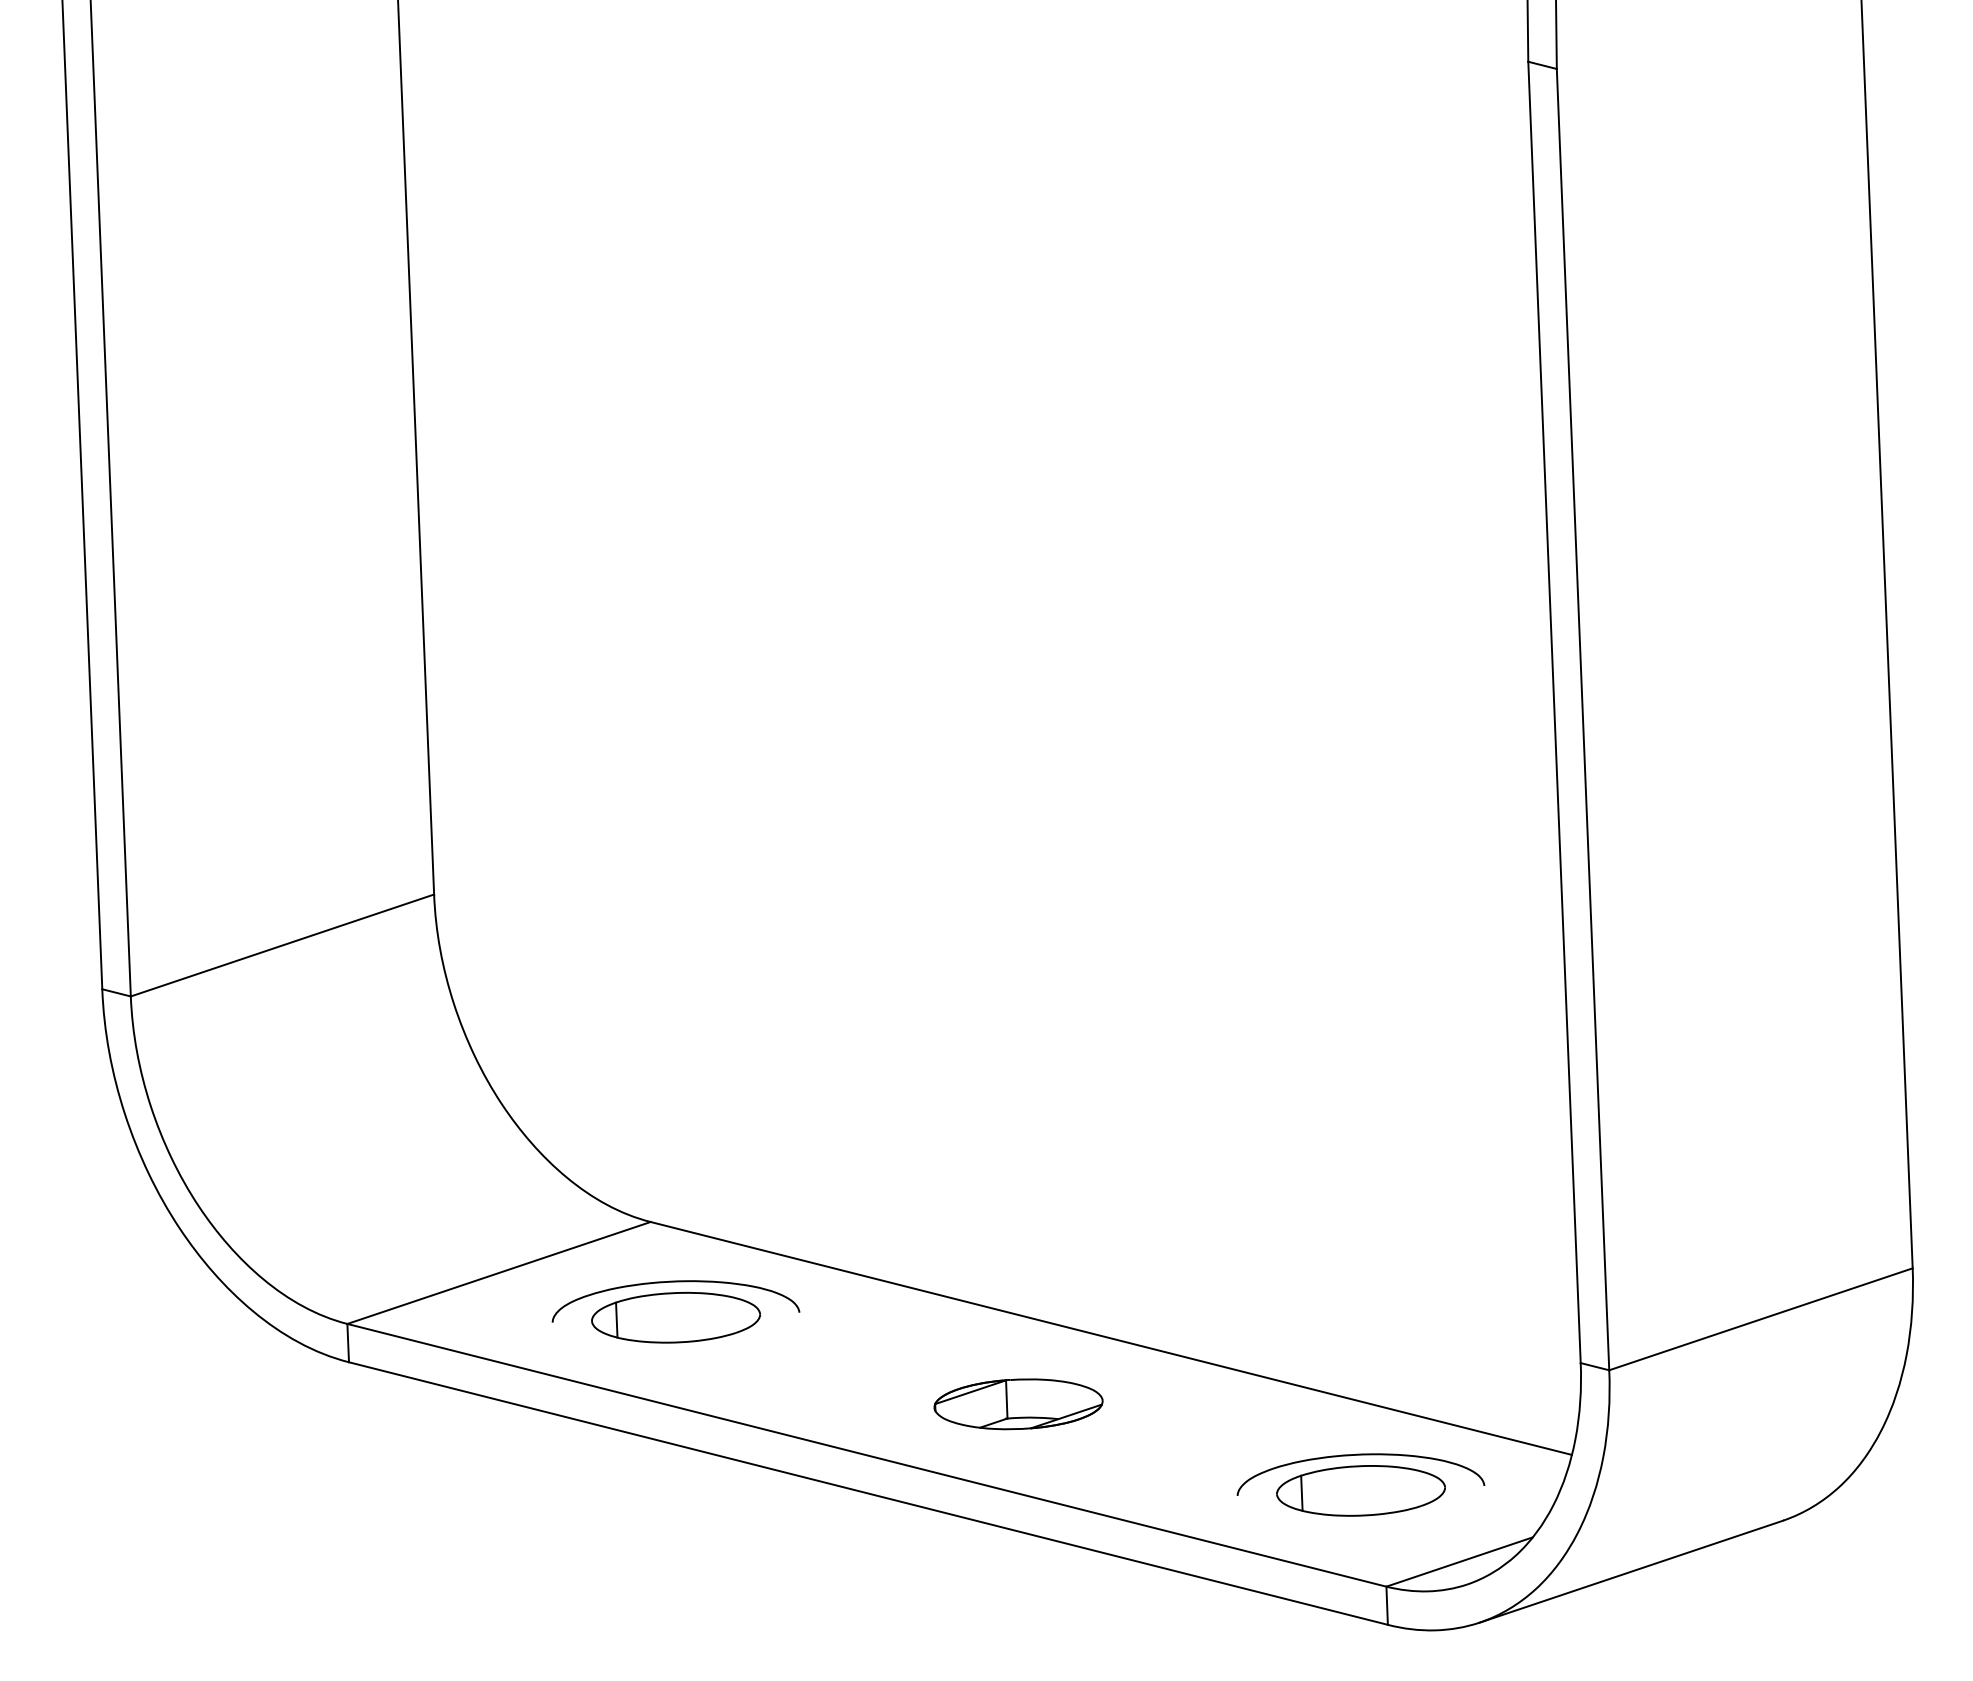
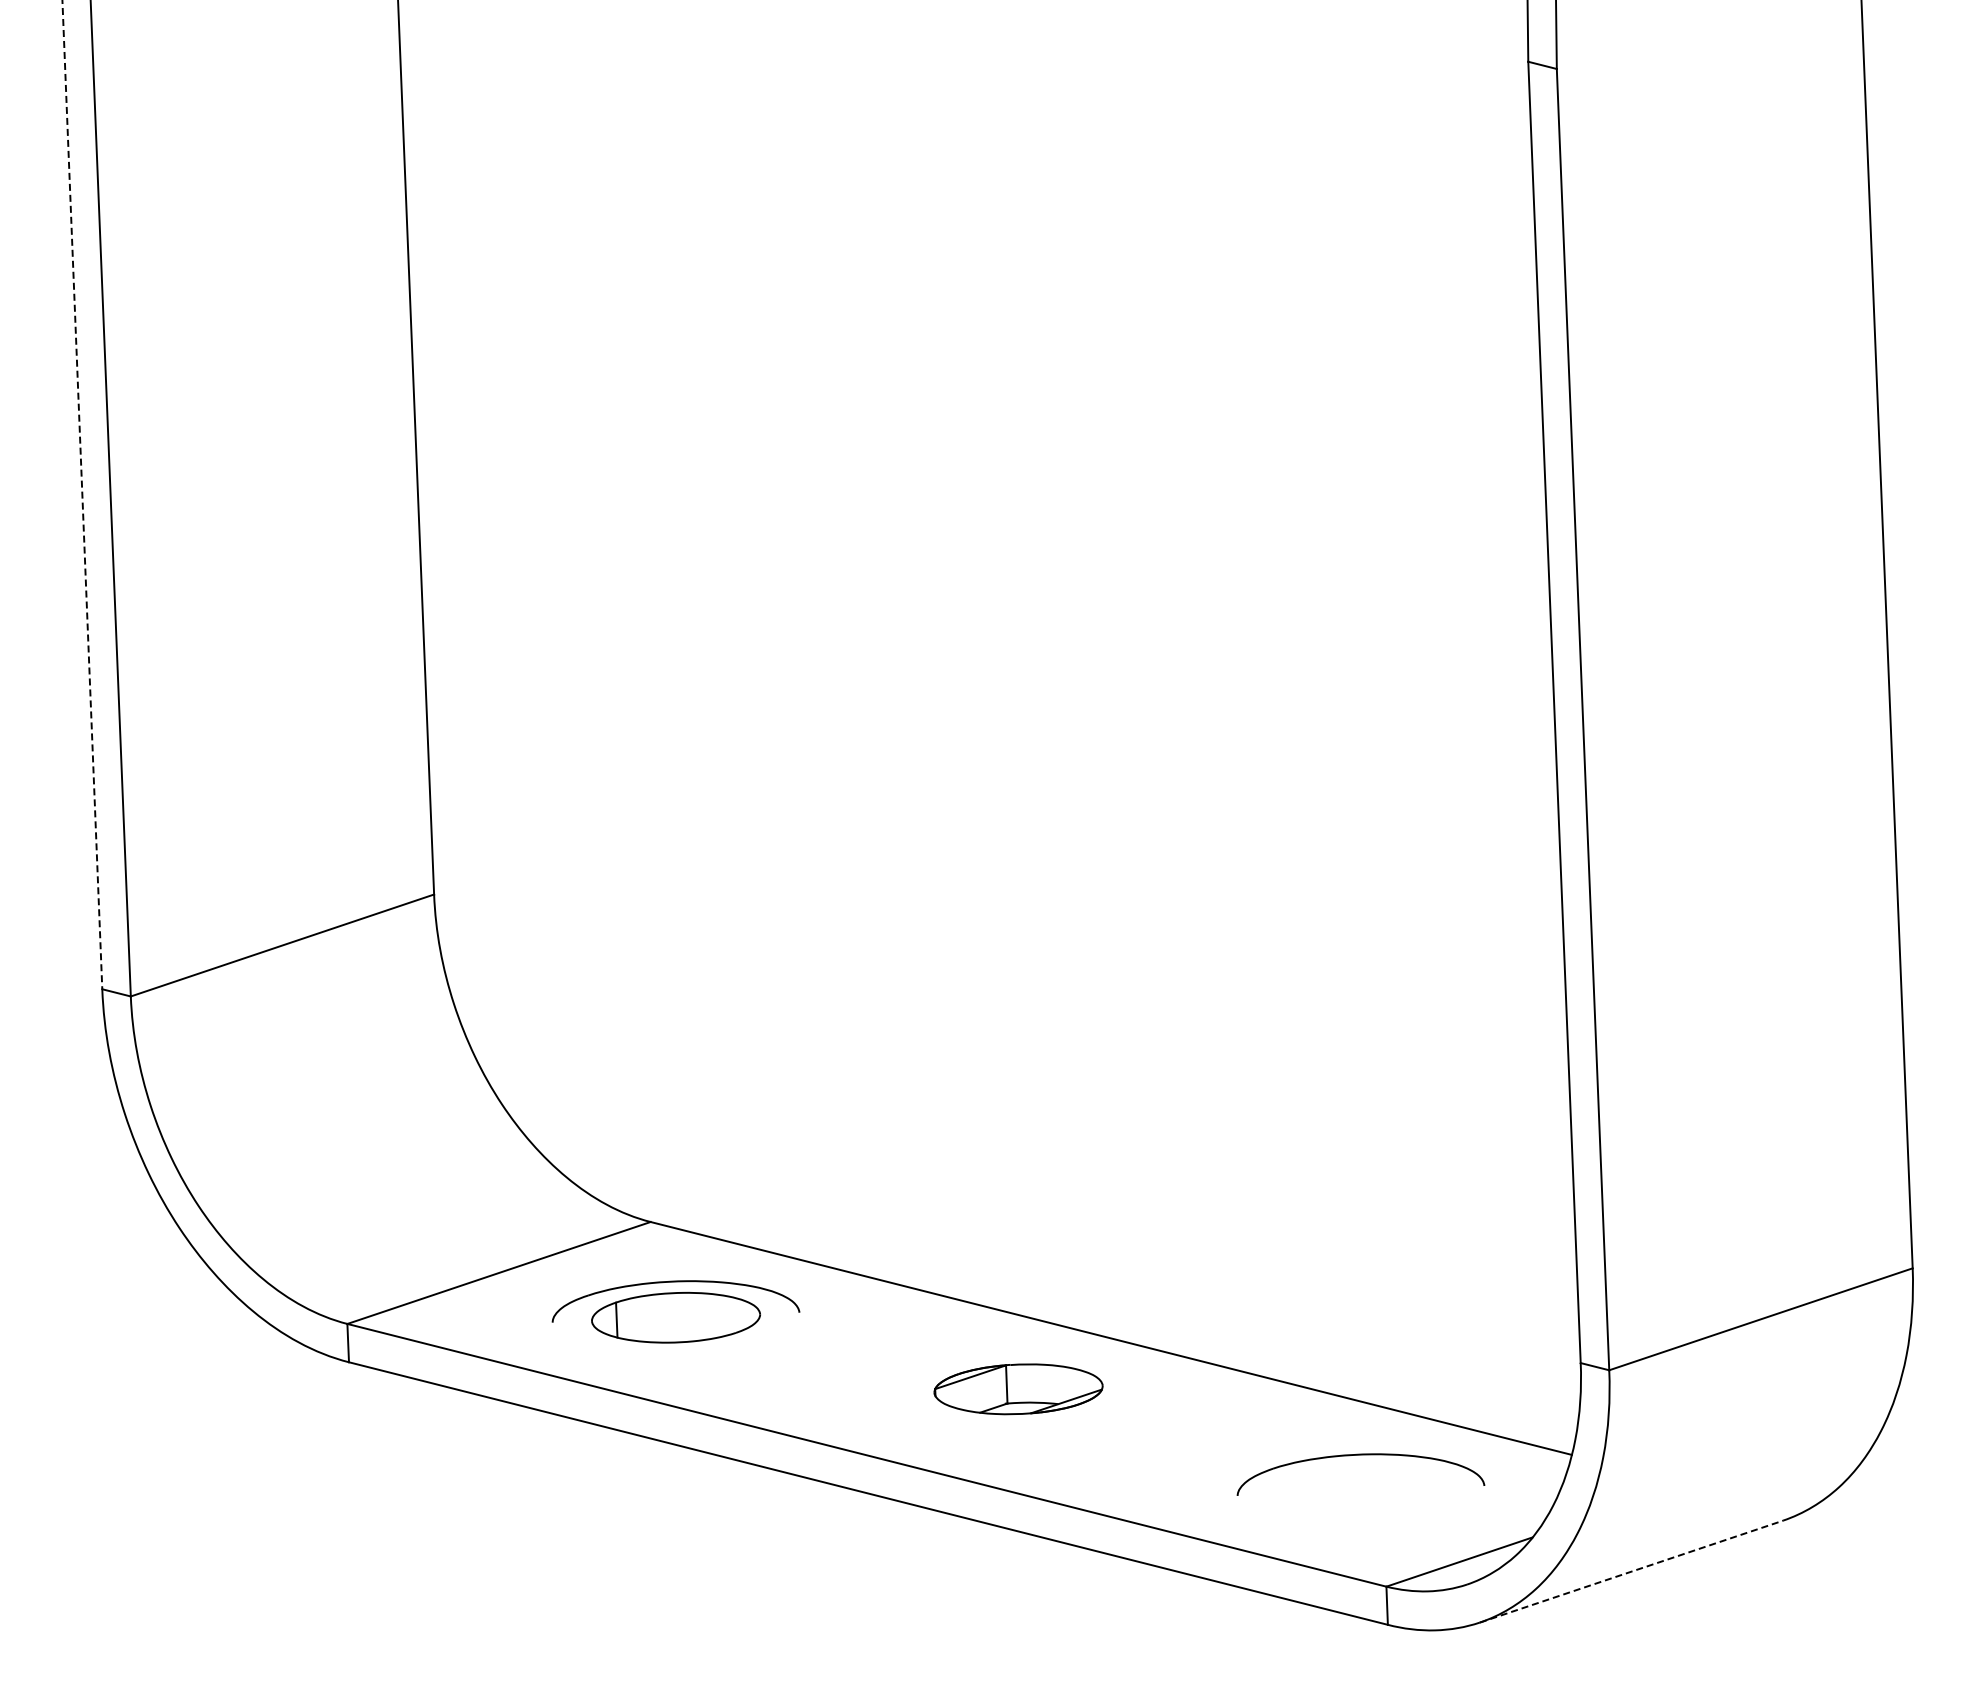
line at (82, 495): solid -> dashed
part at (1018, 1404) position: (1018, 1404) -> (1018, 1389)
part at (1360, 1490): present -> none
line at (1632, 1571): solid -> dashed
